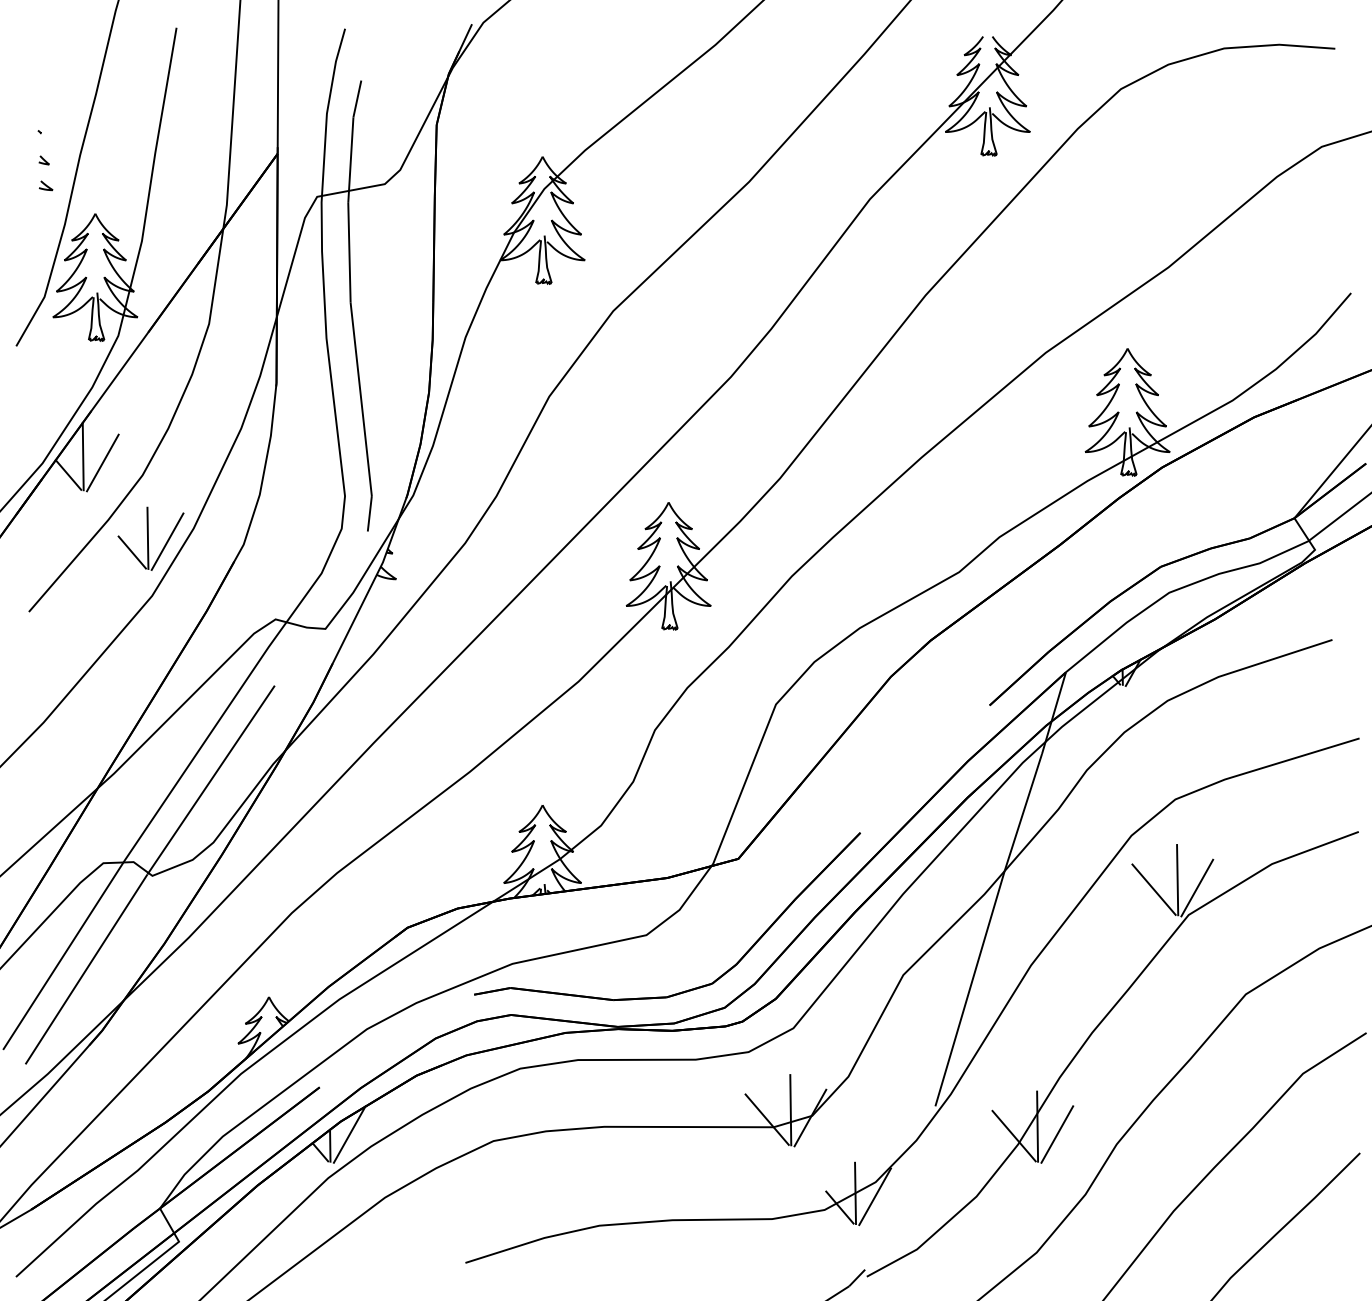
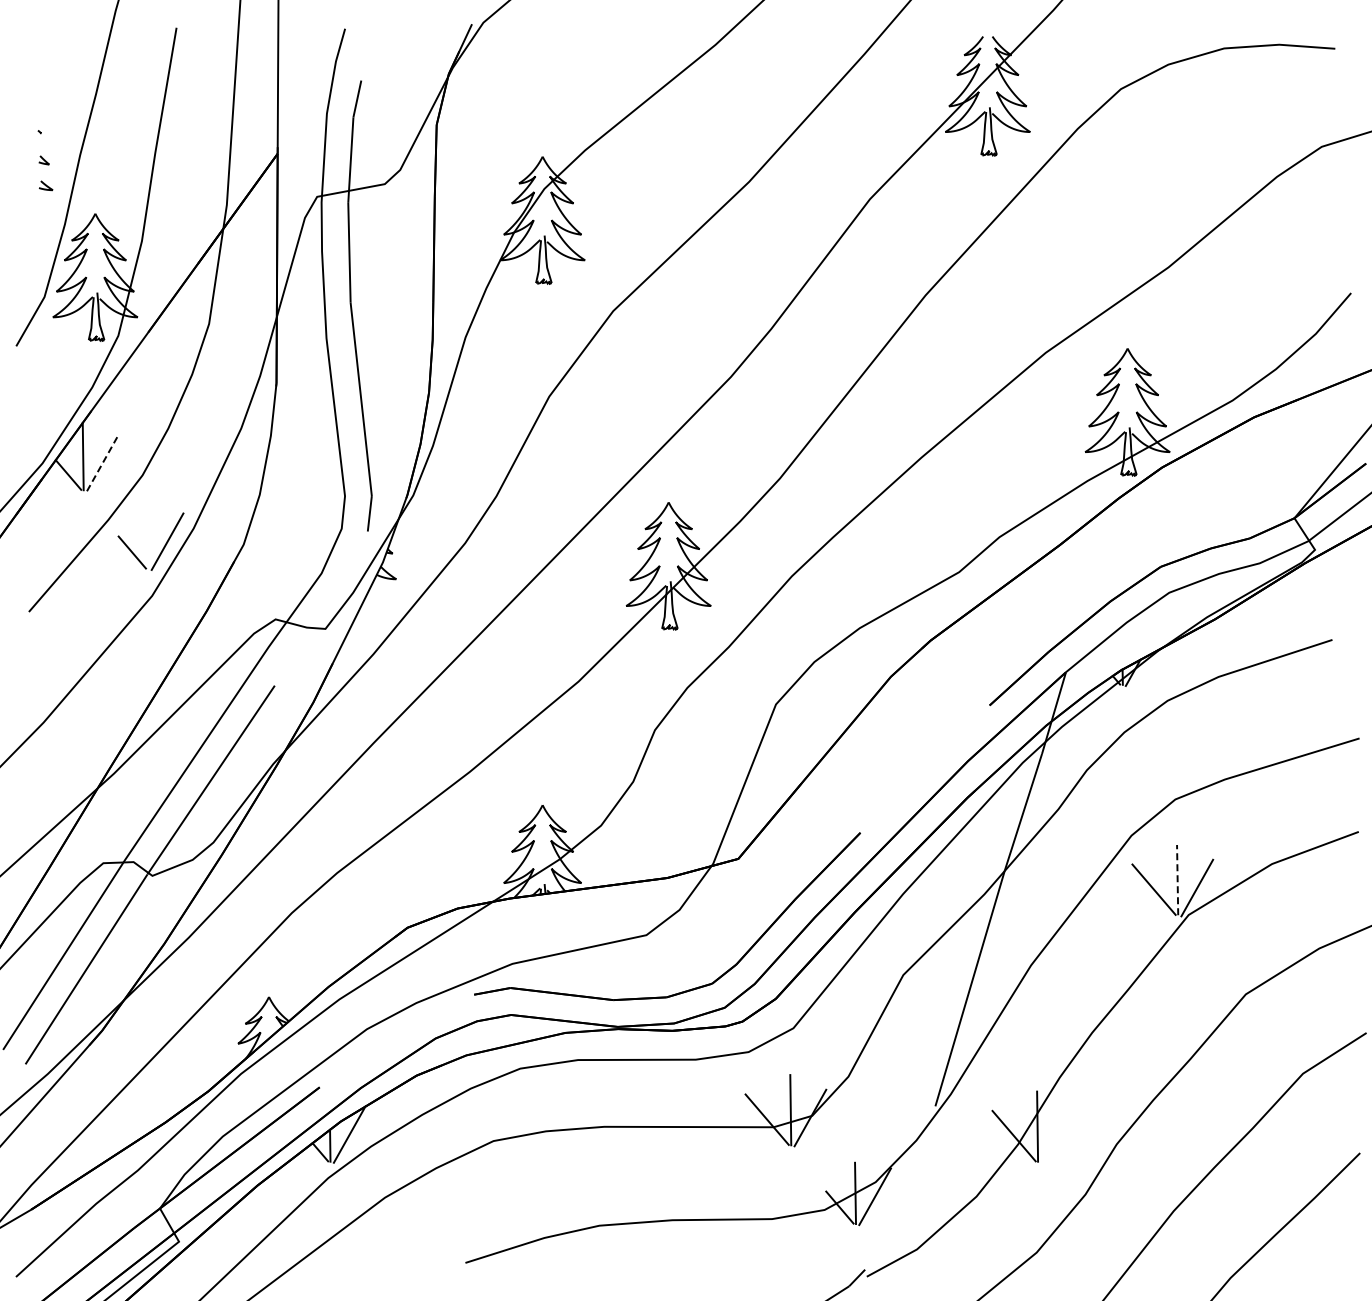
line at (103, 462): solid -> dashed
line at (147, 537): present -> none
line at (1177, 879): solid -> dashed
line at (1057, 1134): present -> none
